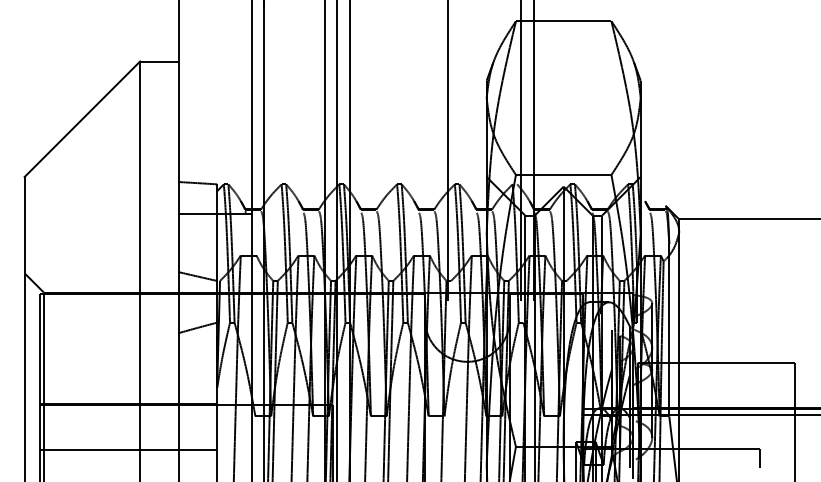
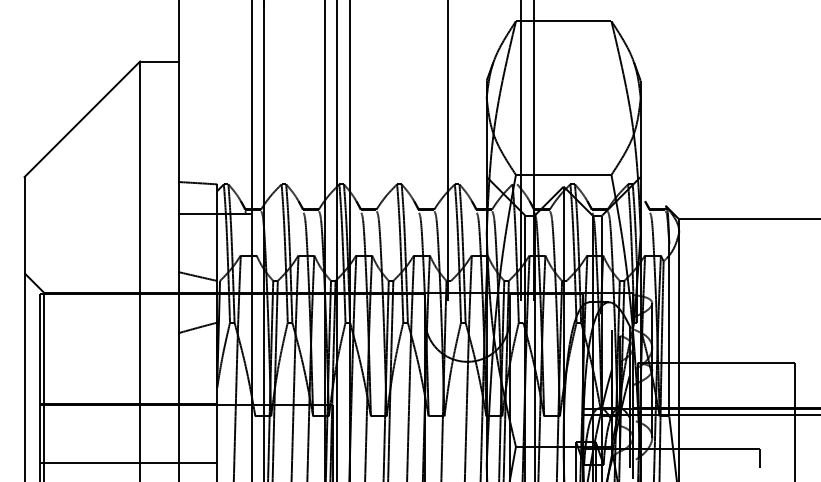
line at (128, 450) position: (128, 450) -> (128, 463)
